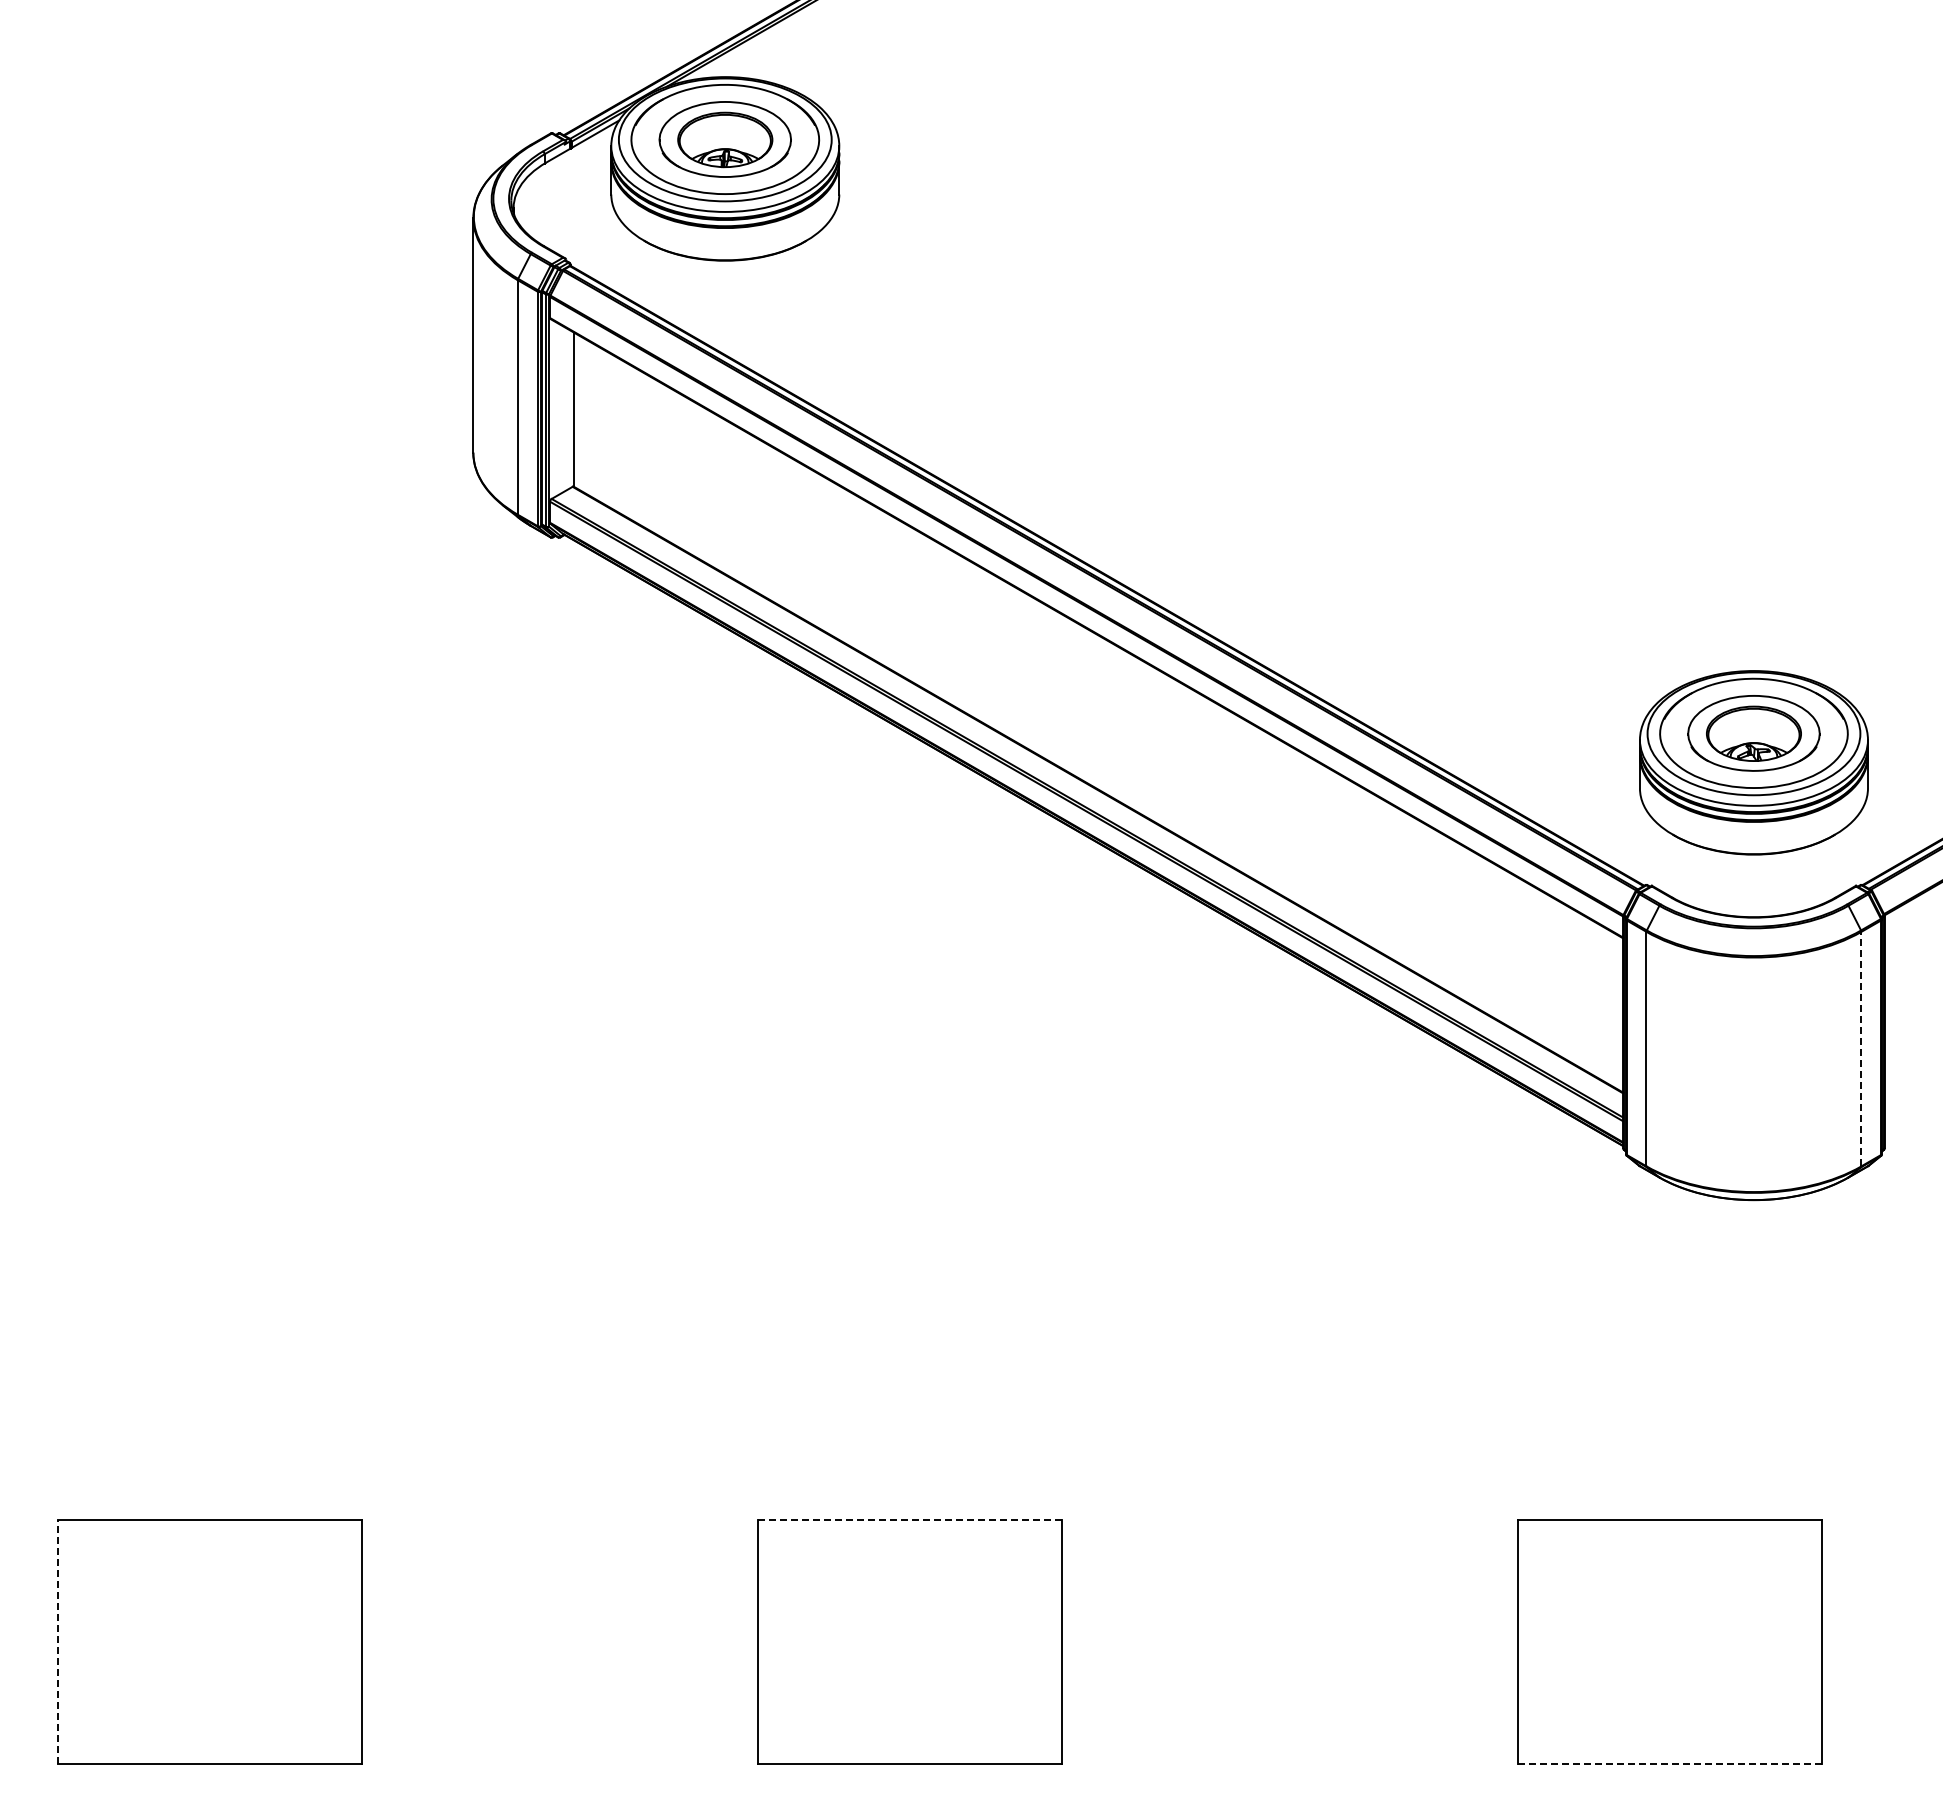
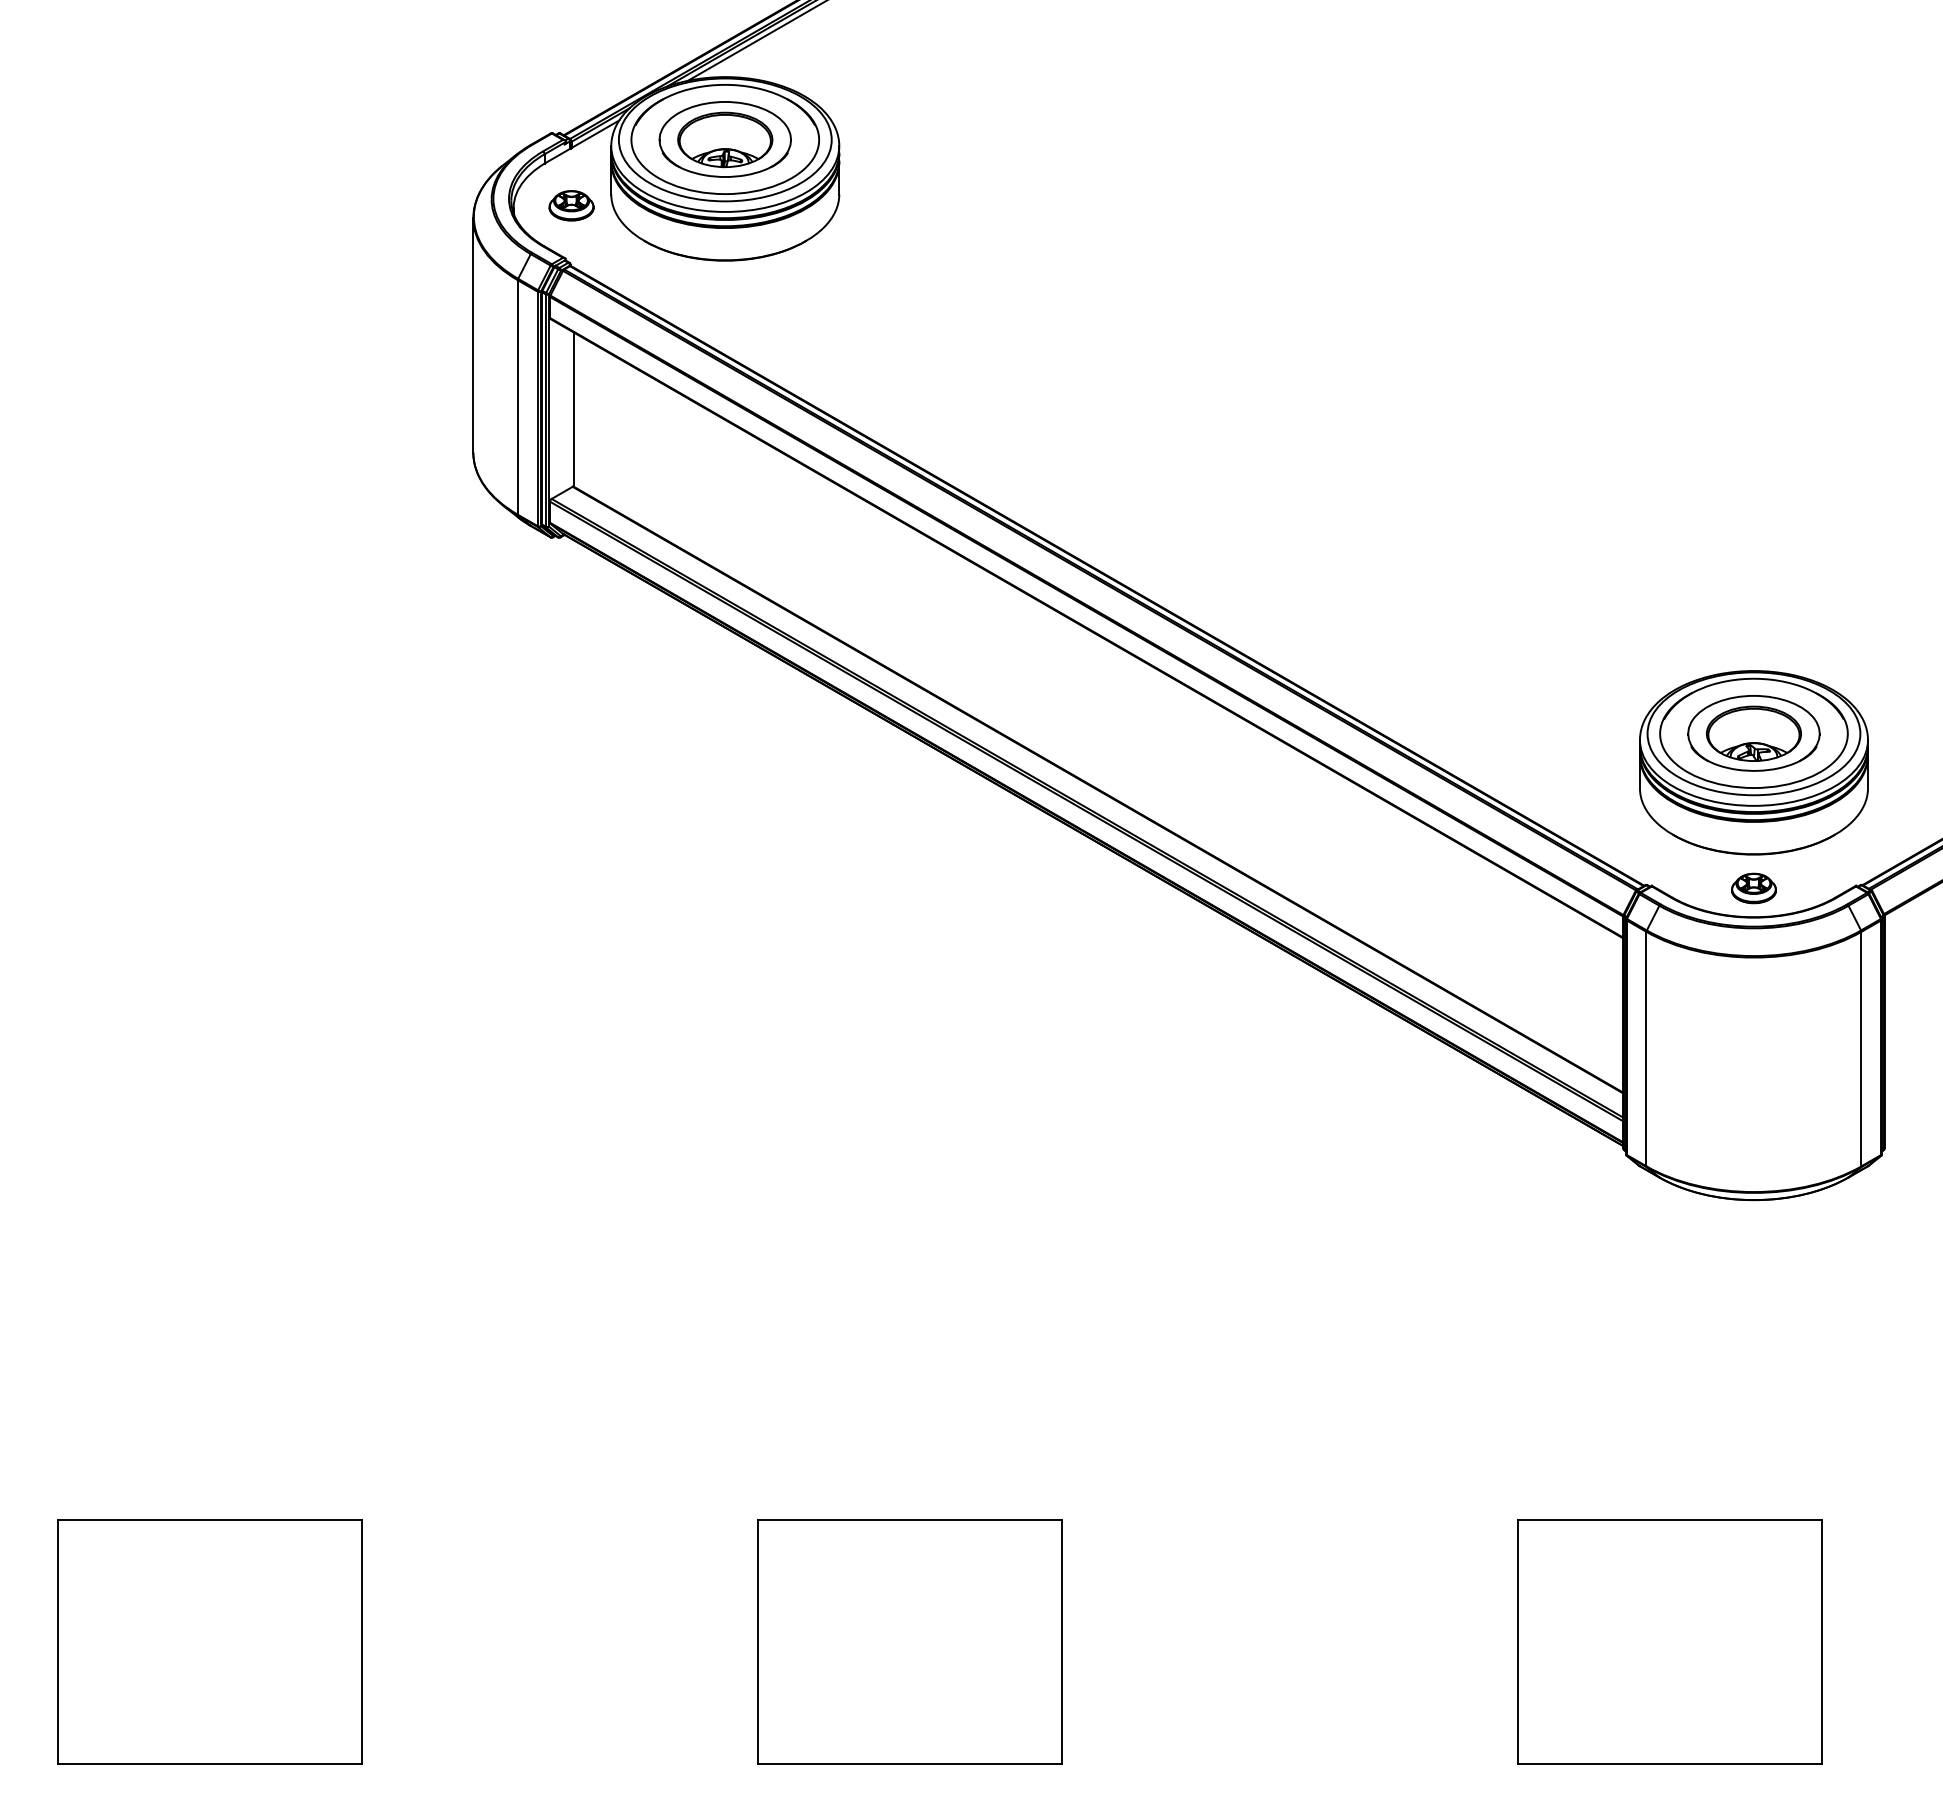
line at (755, 41): none -> present
part at (571, 205): none -> present
part at (1753, 888): none -> present
line at (1861, 1048): dashed -> solid
line at (910, 1520): dashed -> solid
line at (58, 1641): dashed -> solid
line at (1669, 1763): dashed -> solid
